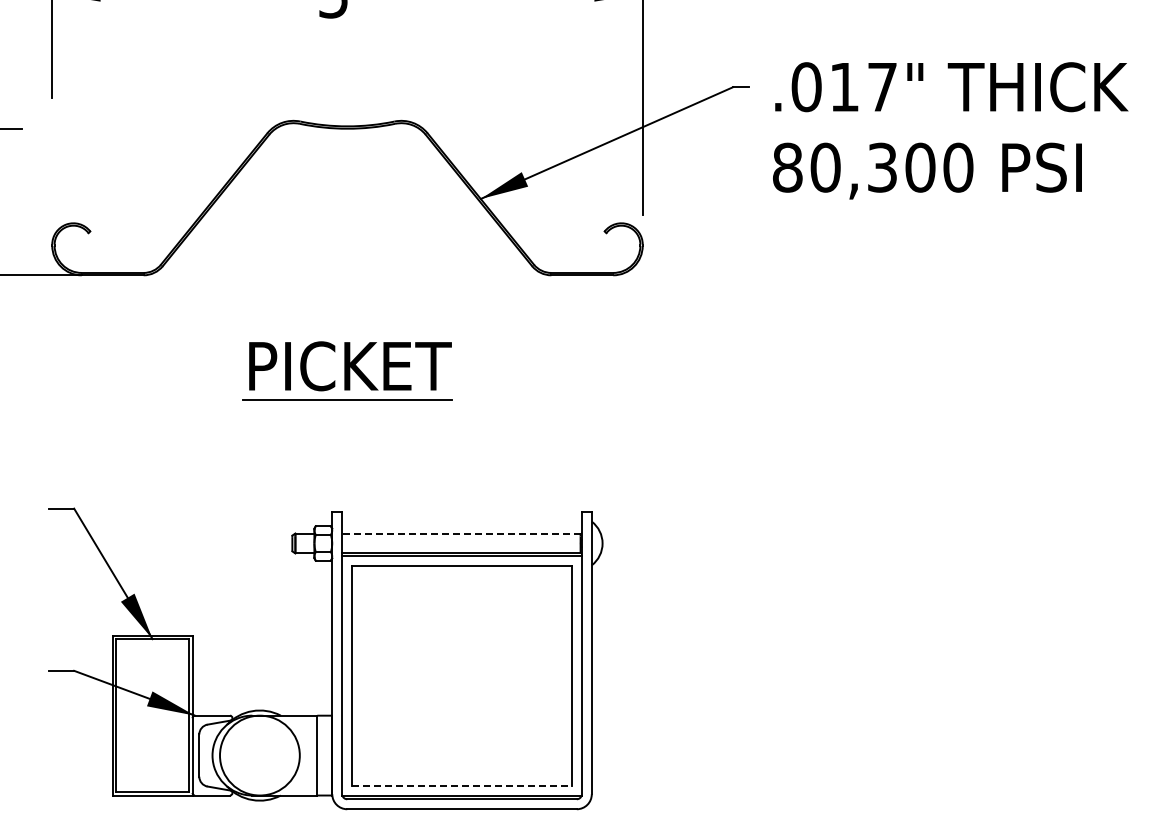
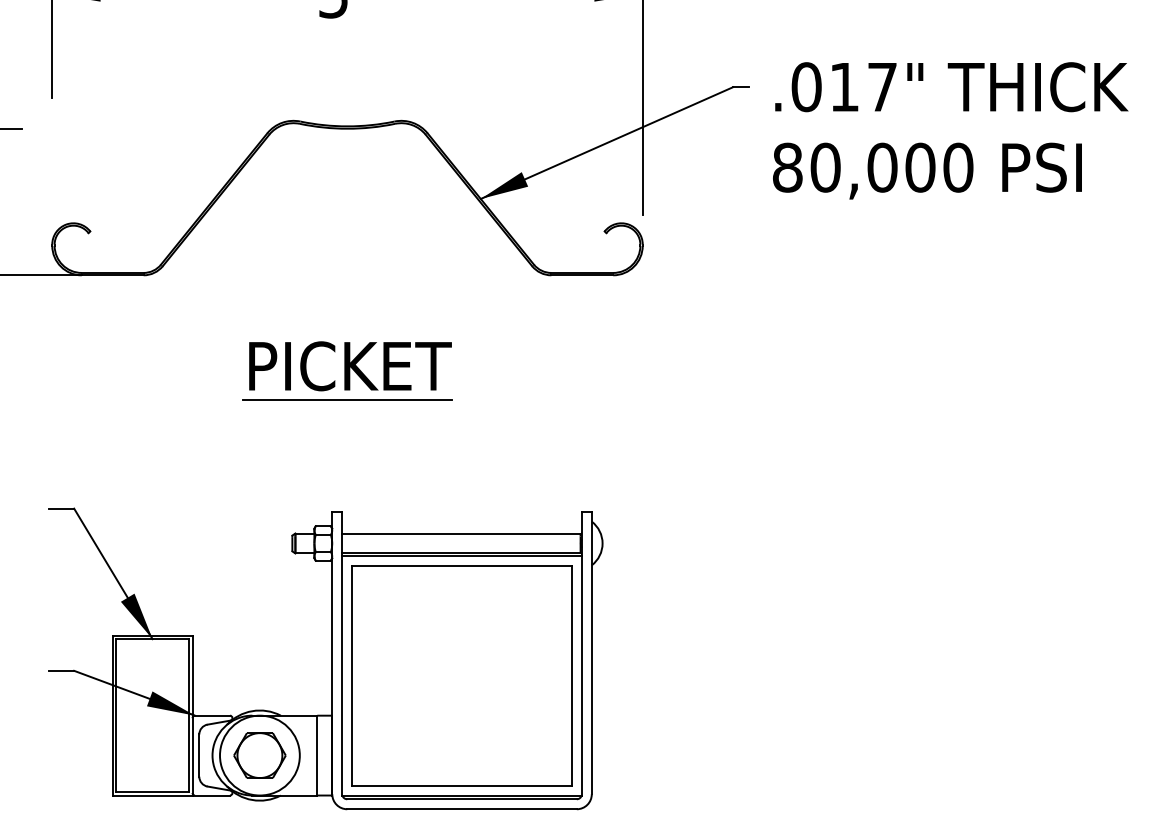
text at (882, 167): 80,300 -> 80,000
line at (460, 533): dashed -> solid
part at (259, 755): none -> present
line at (462, 785): dashed -> solid
